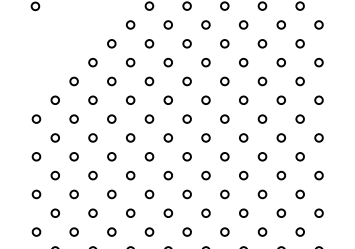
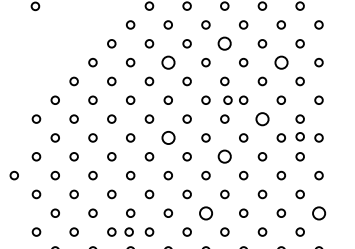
circle at (224, 43) size: 10x10 px -> 15x15 px
circle at (167, 62) size: 10x11 px -> 15x15 px
circle at (280, 62) size: 10x11 px -> 15x15 px
circle at (227, 99): none -> present
circle at (262, 118) size: 11x10 px -> 15x15 px
circle at (299, 136): none -> present
circle at (167, 137) size: 10x10 px -> 15x14 px
circle at (224, 156) size: 10x10 px -> 15x15 px
circle at (13, 175): none -> present
circle at (205, 212) size: 10x10 px -> 14x15 px
circle at (318, 212) size: 10x10 px -> 15x15 px
circle at (128, 231): none -> present
